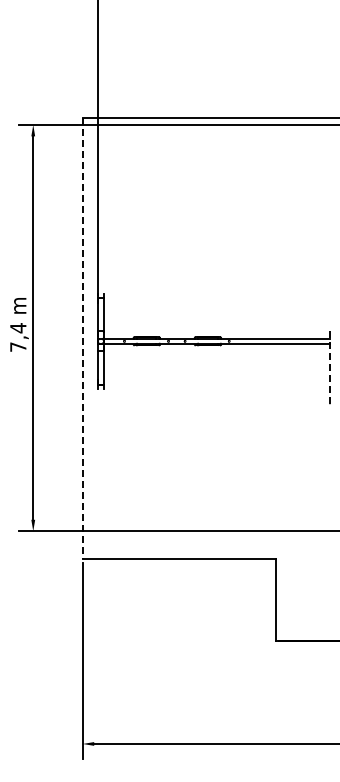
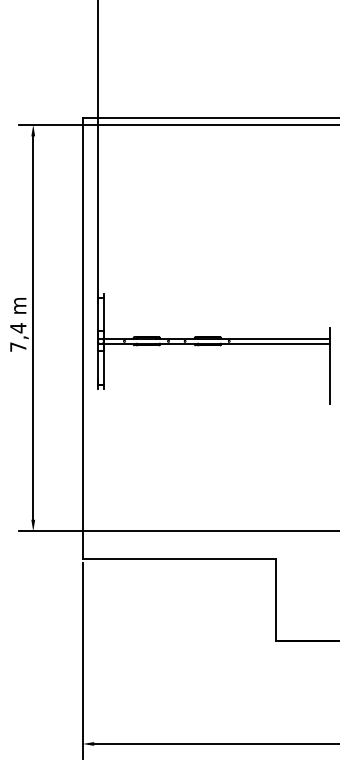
line at (82, 338): dashed -> solid
line at (329, 365): dashed -> solid
